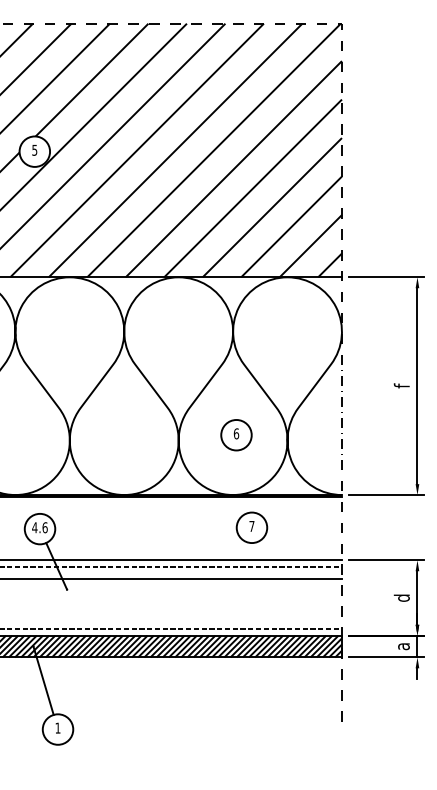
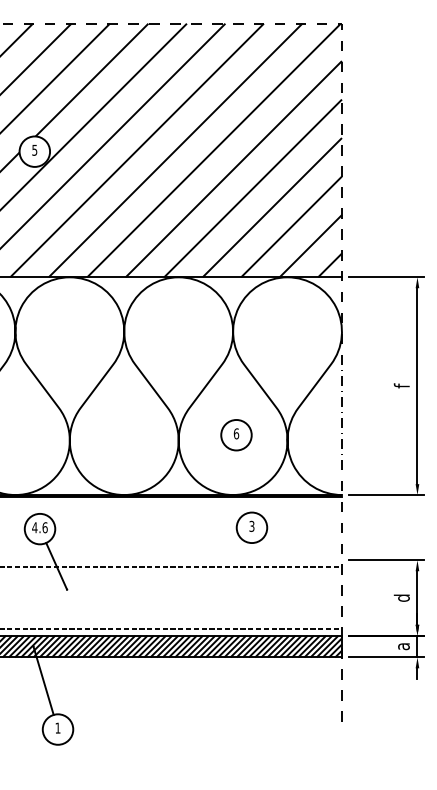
text at (251, 525): 7 -> 3
line at (171, 560): present -> none
line at (171, 578): present -> none
